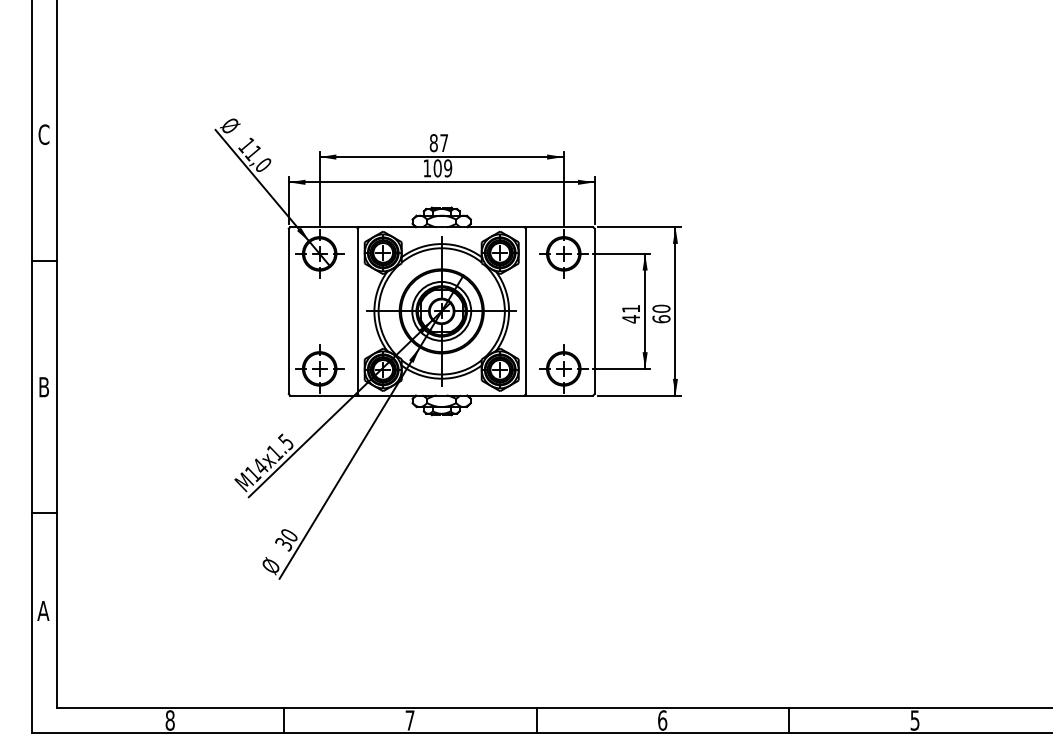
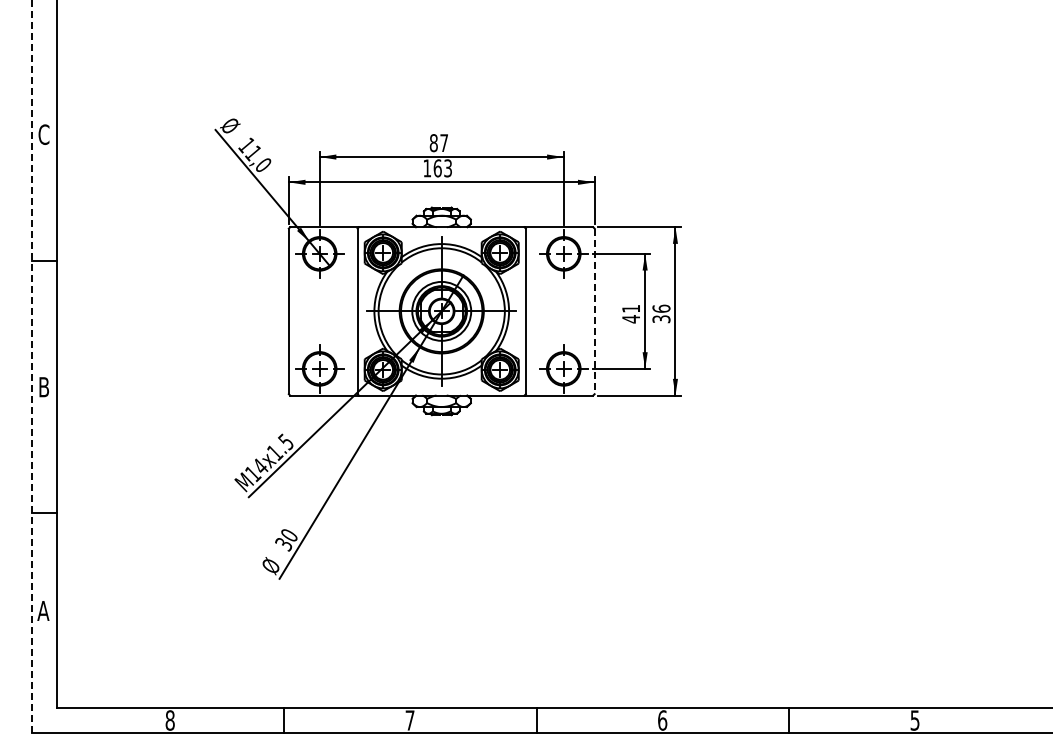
text at (442, 168): 109 -> 163
line at (594, 311): solid -> dashed
text at (661, 313): 60 -> 36
line at (31, 366): solid -> dashed
